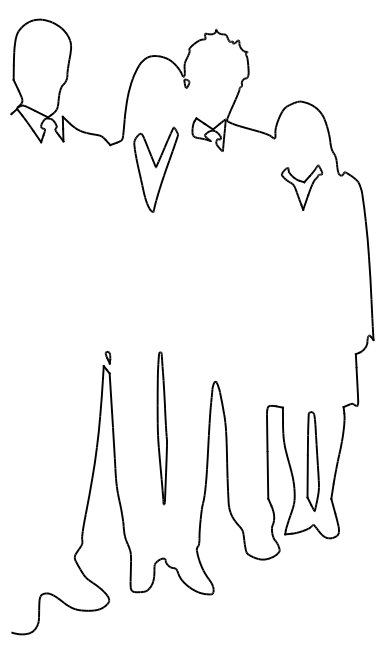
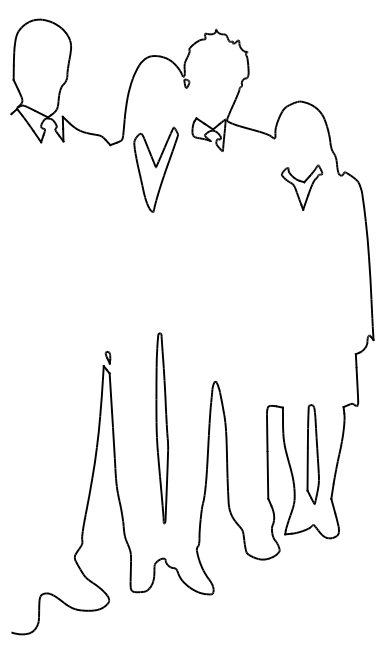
part at (161, 428) size: 12x155 px -> 15x193 px
part at (312, 461) position: (312, 461) -> (312, 454)
